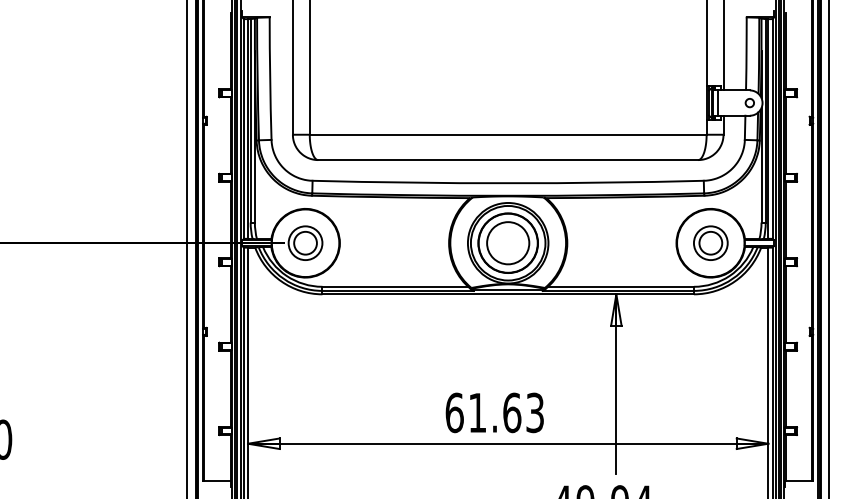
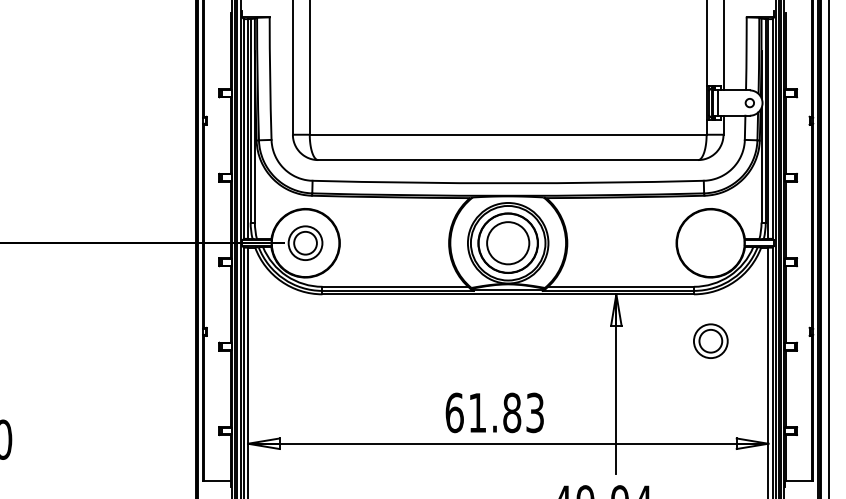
part at (710, 242) position: (710, 242) -> (710, 340)
line at (187, 248): present -> none
text at (512, 412): 61.63 -> 61.83
